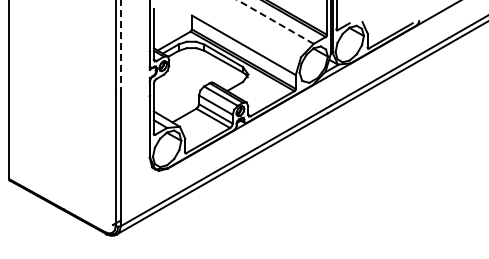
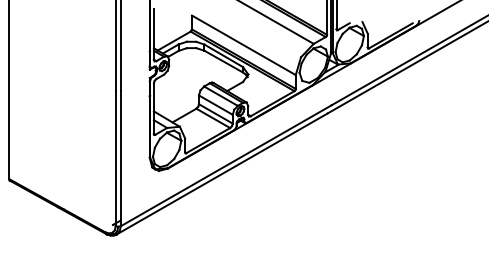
line at (275, 22): dashed -> solid
line at (120, 45): dashed -> solid
